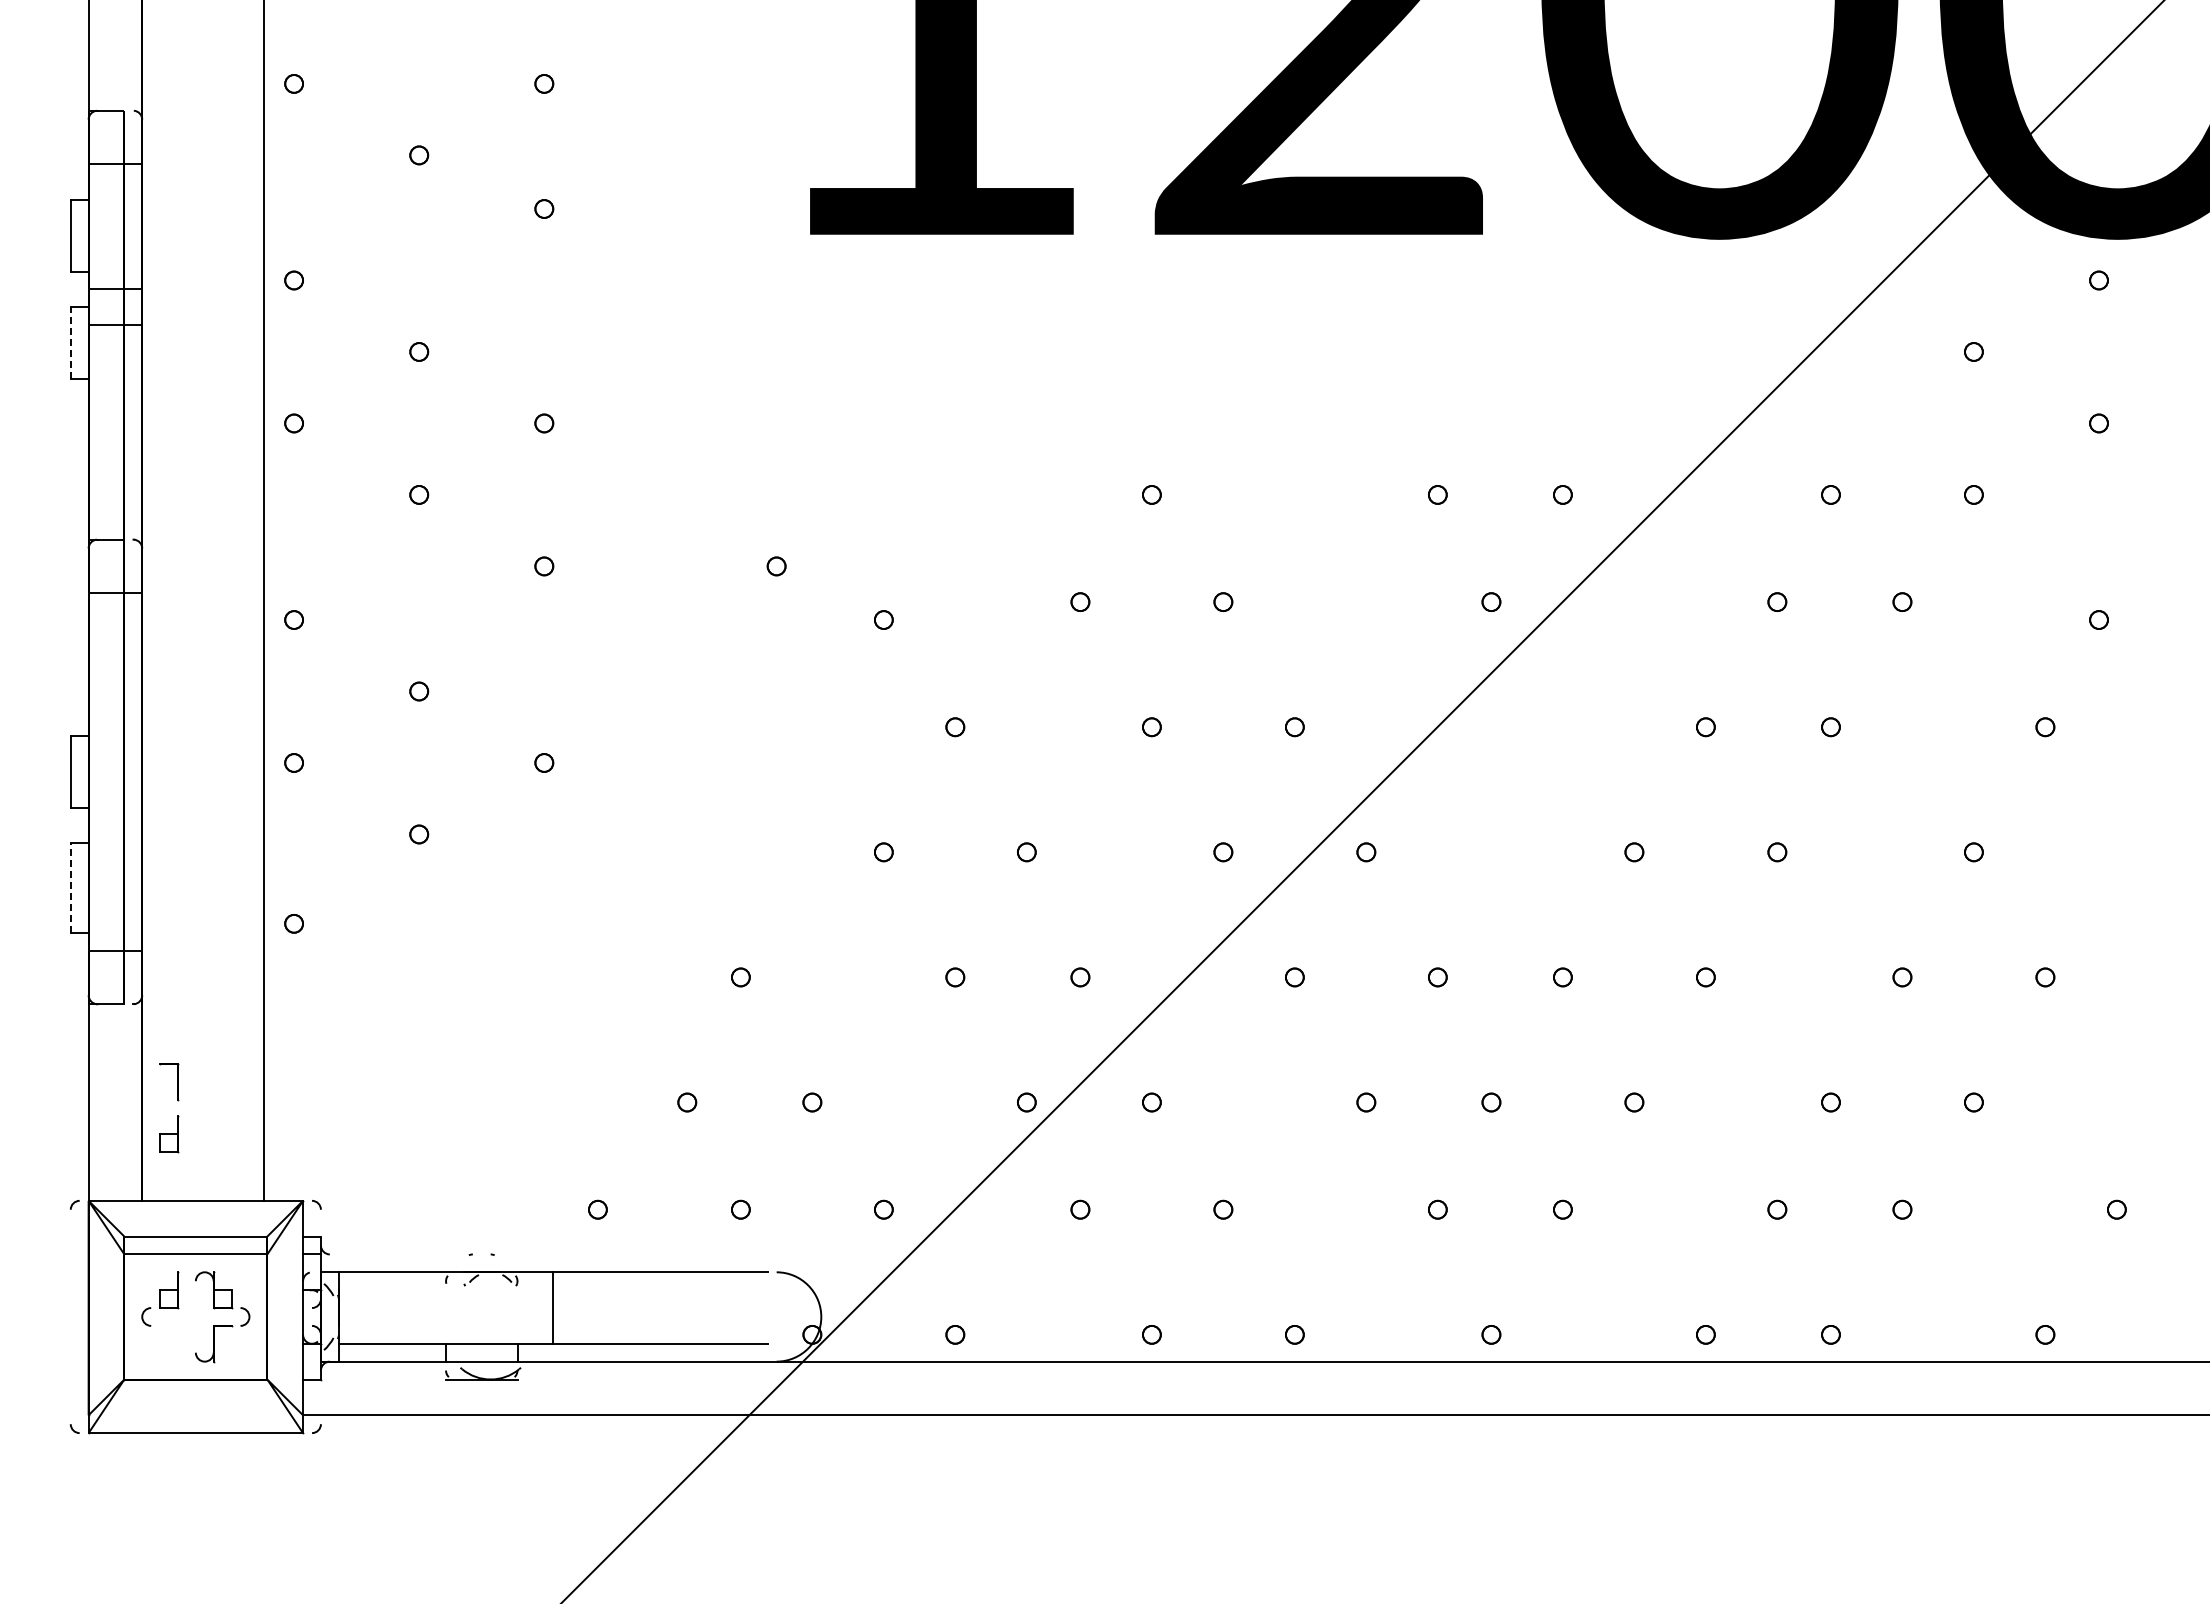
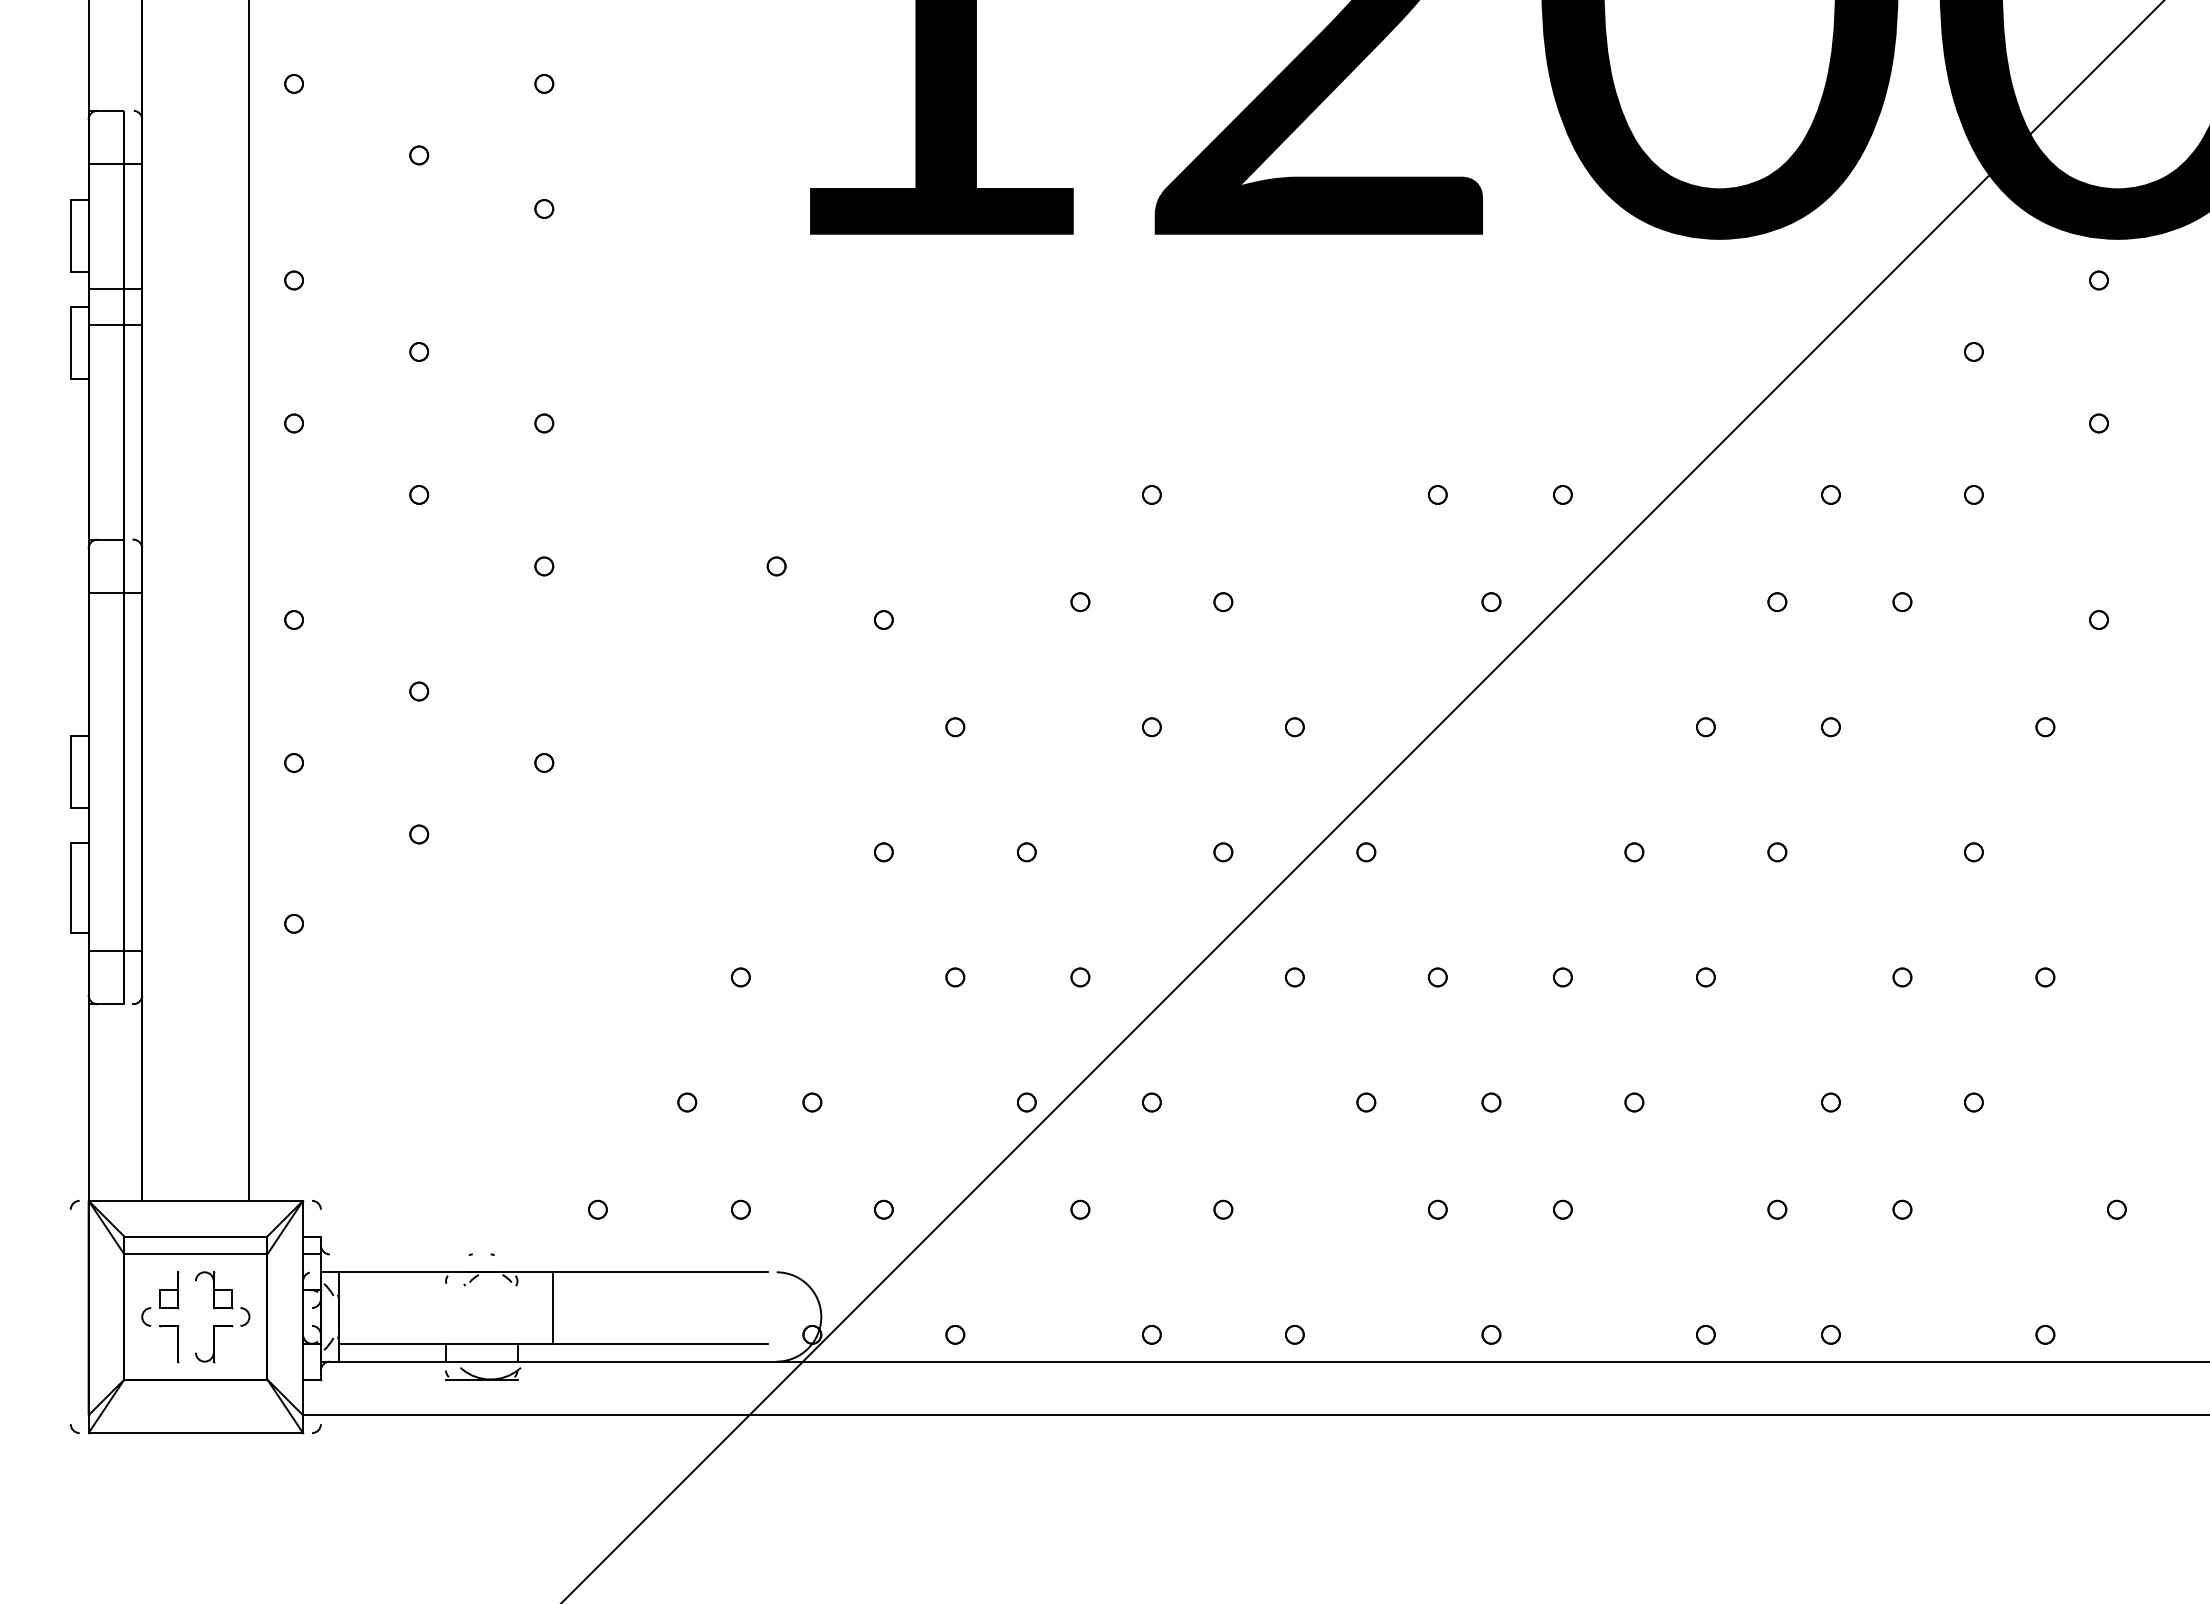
line at (70, 343): dashed -> solid
line at (264, 601) position: (264, 601) -> (249, 601)
line at (70, 888): dashed -> solid
part at (177, 1082) position: (177, 1082) -> (177, 1344)
part at (169, 1134): present -> none
